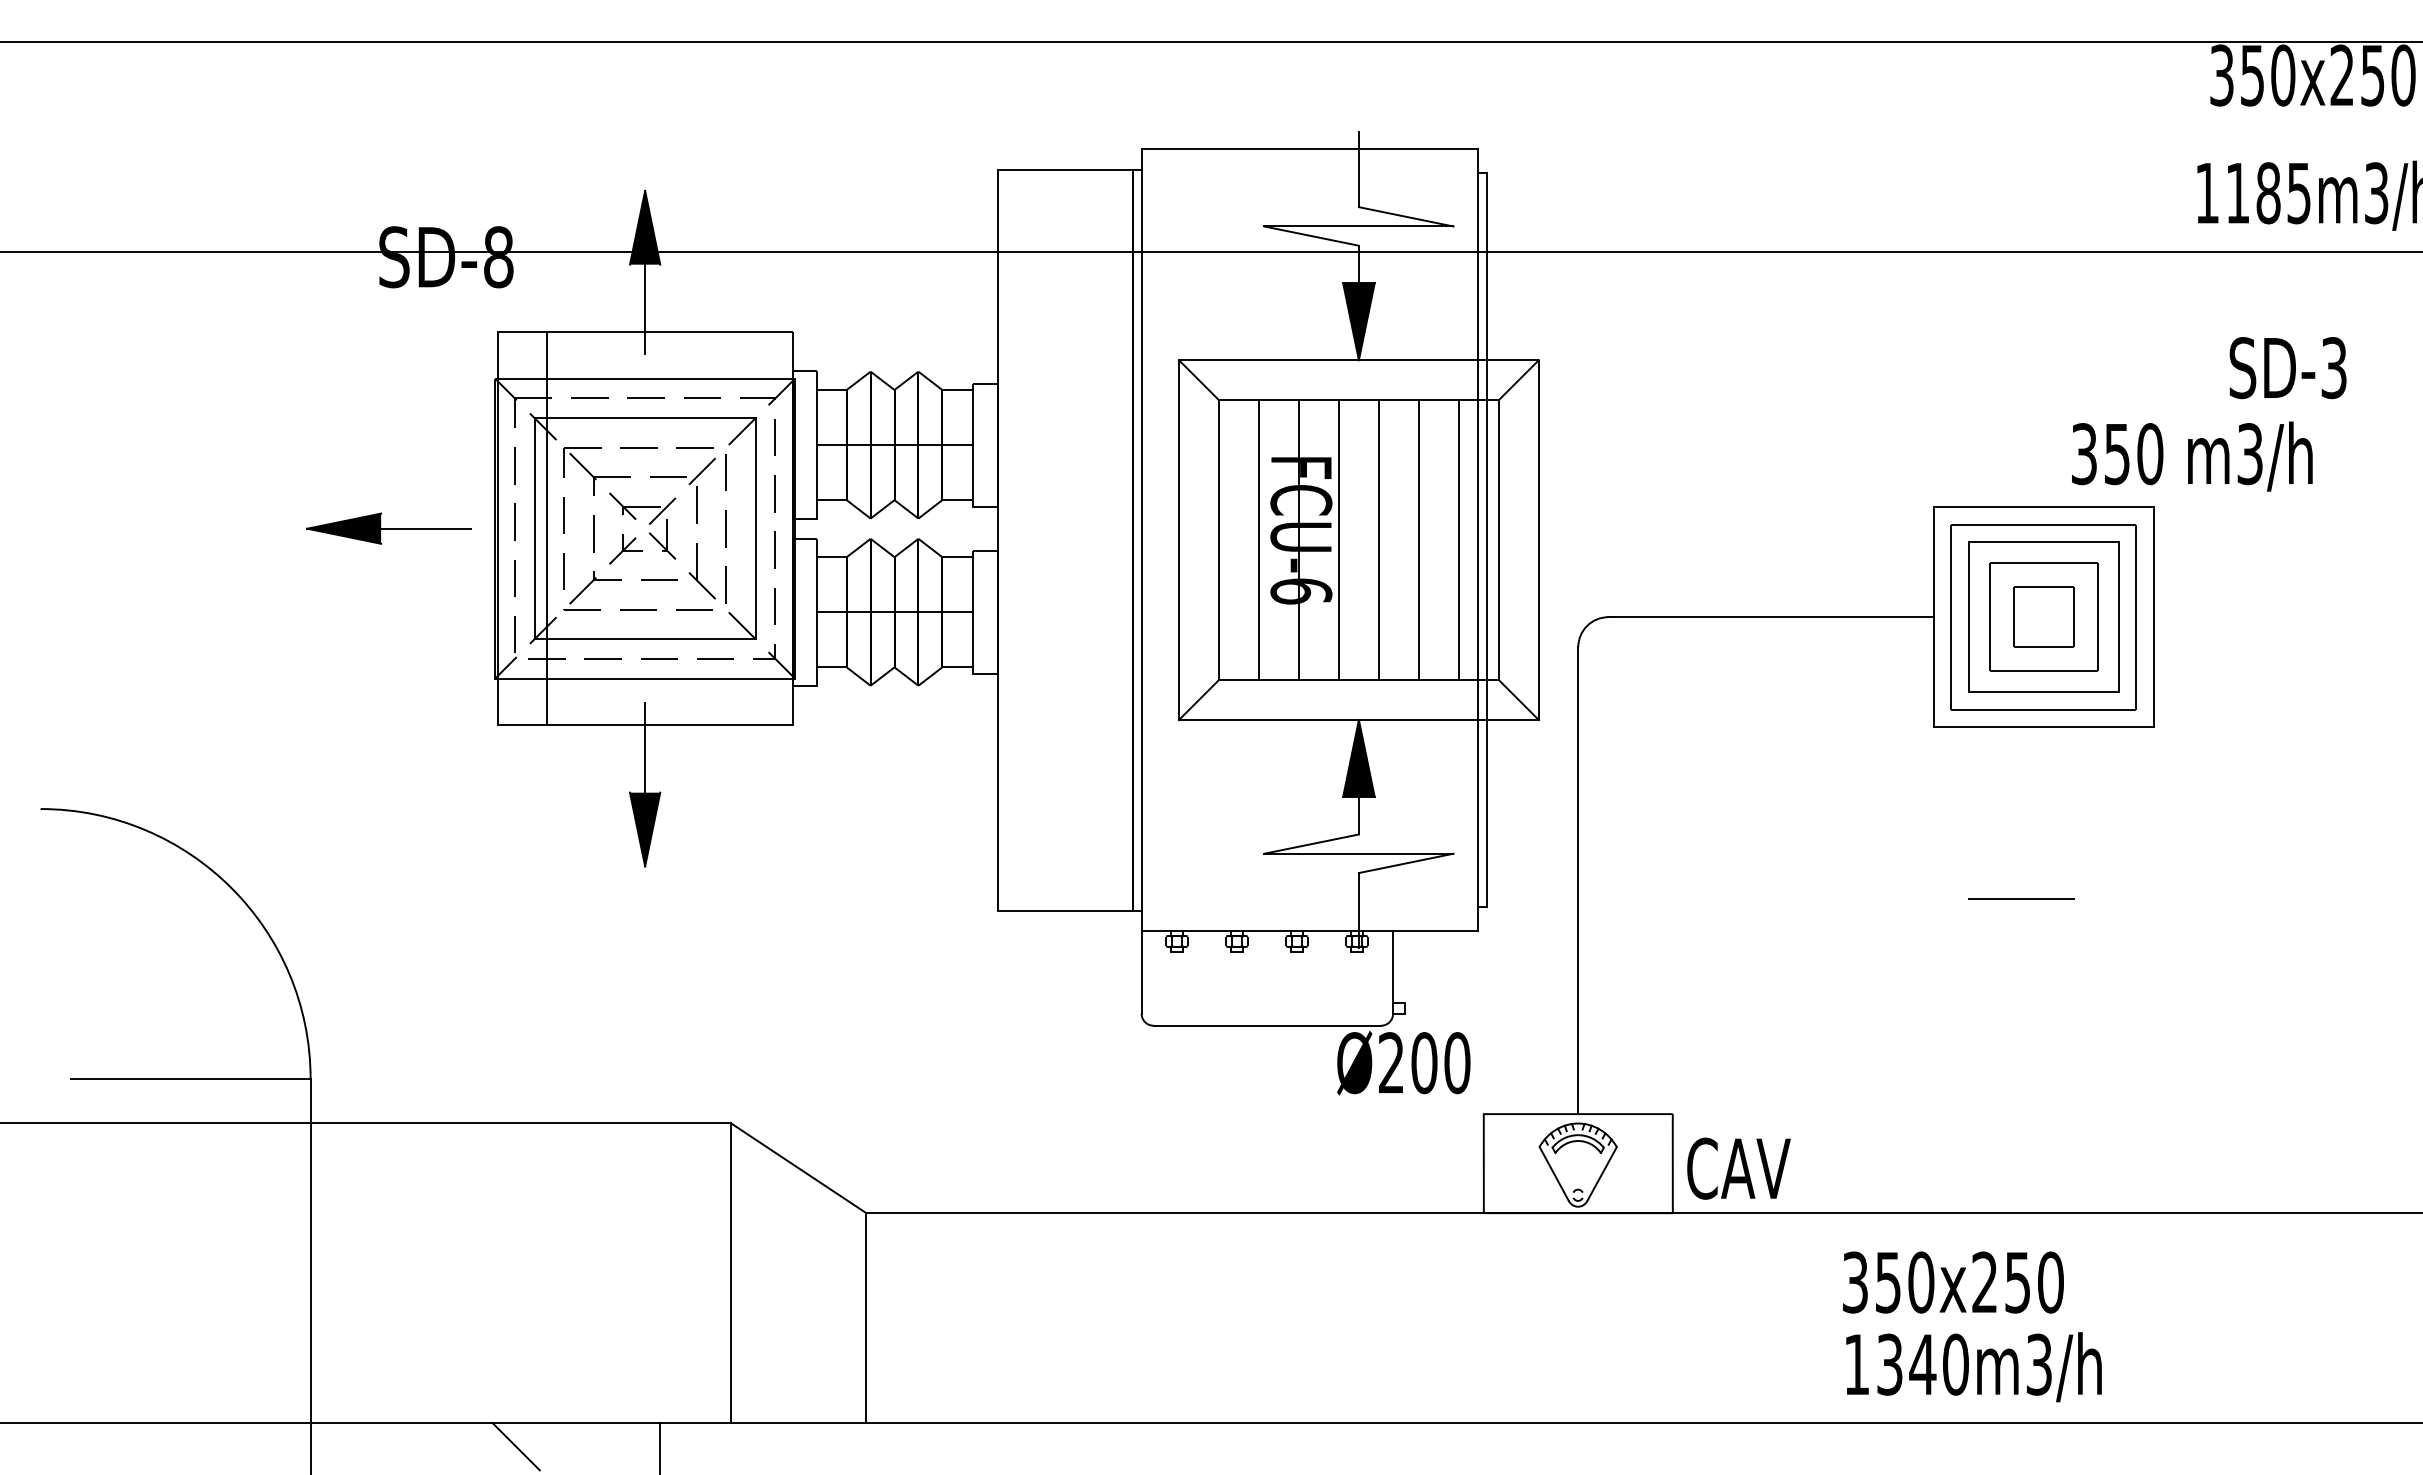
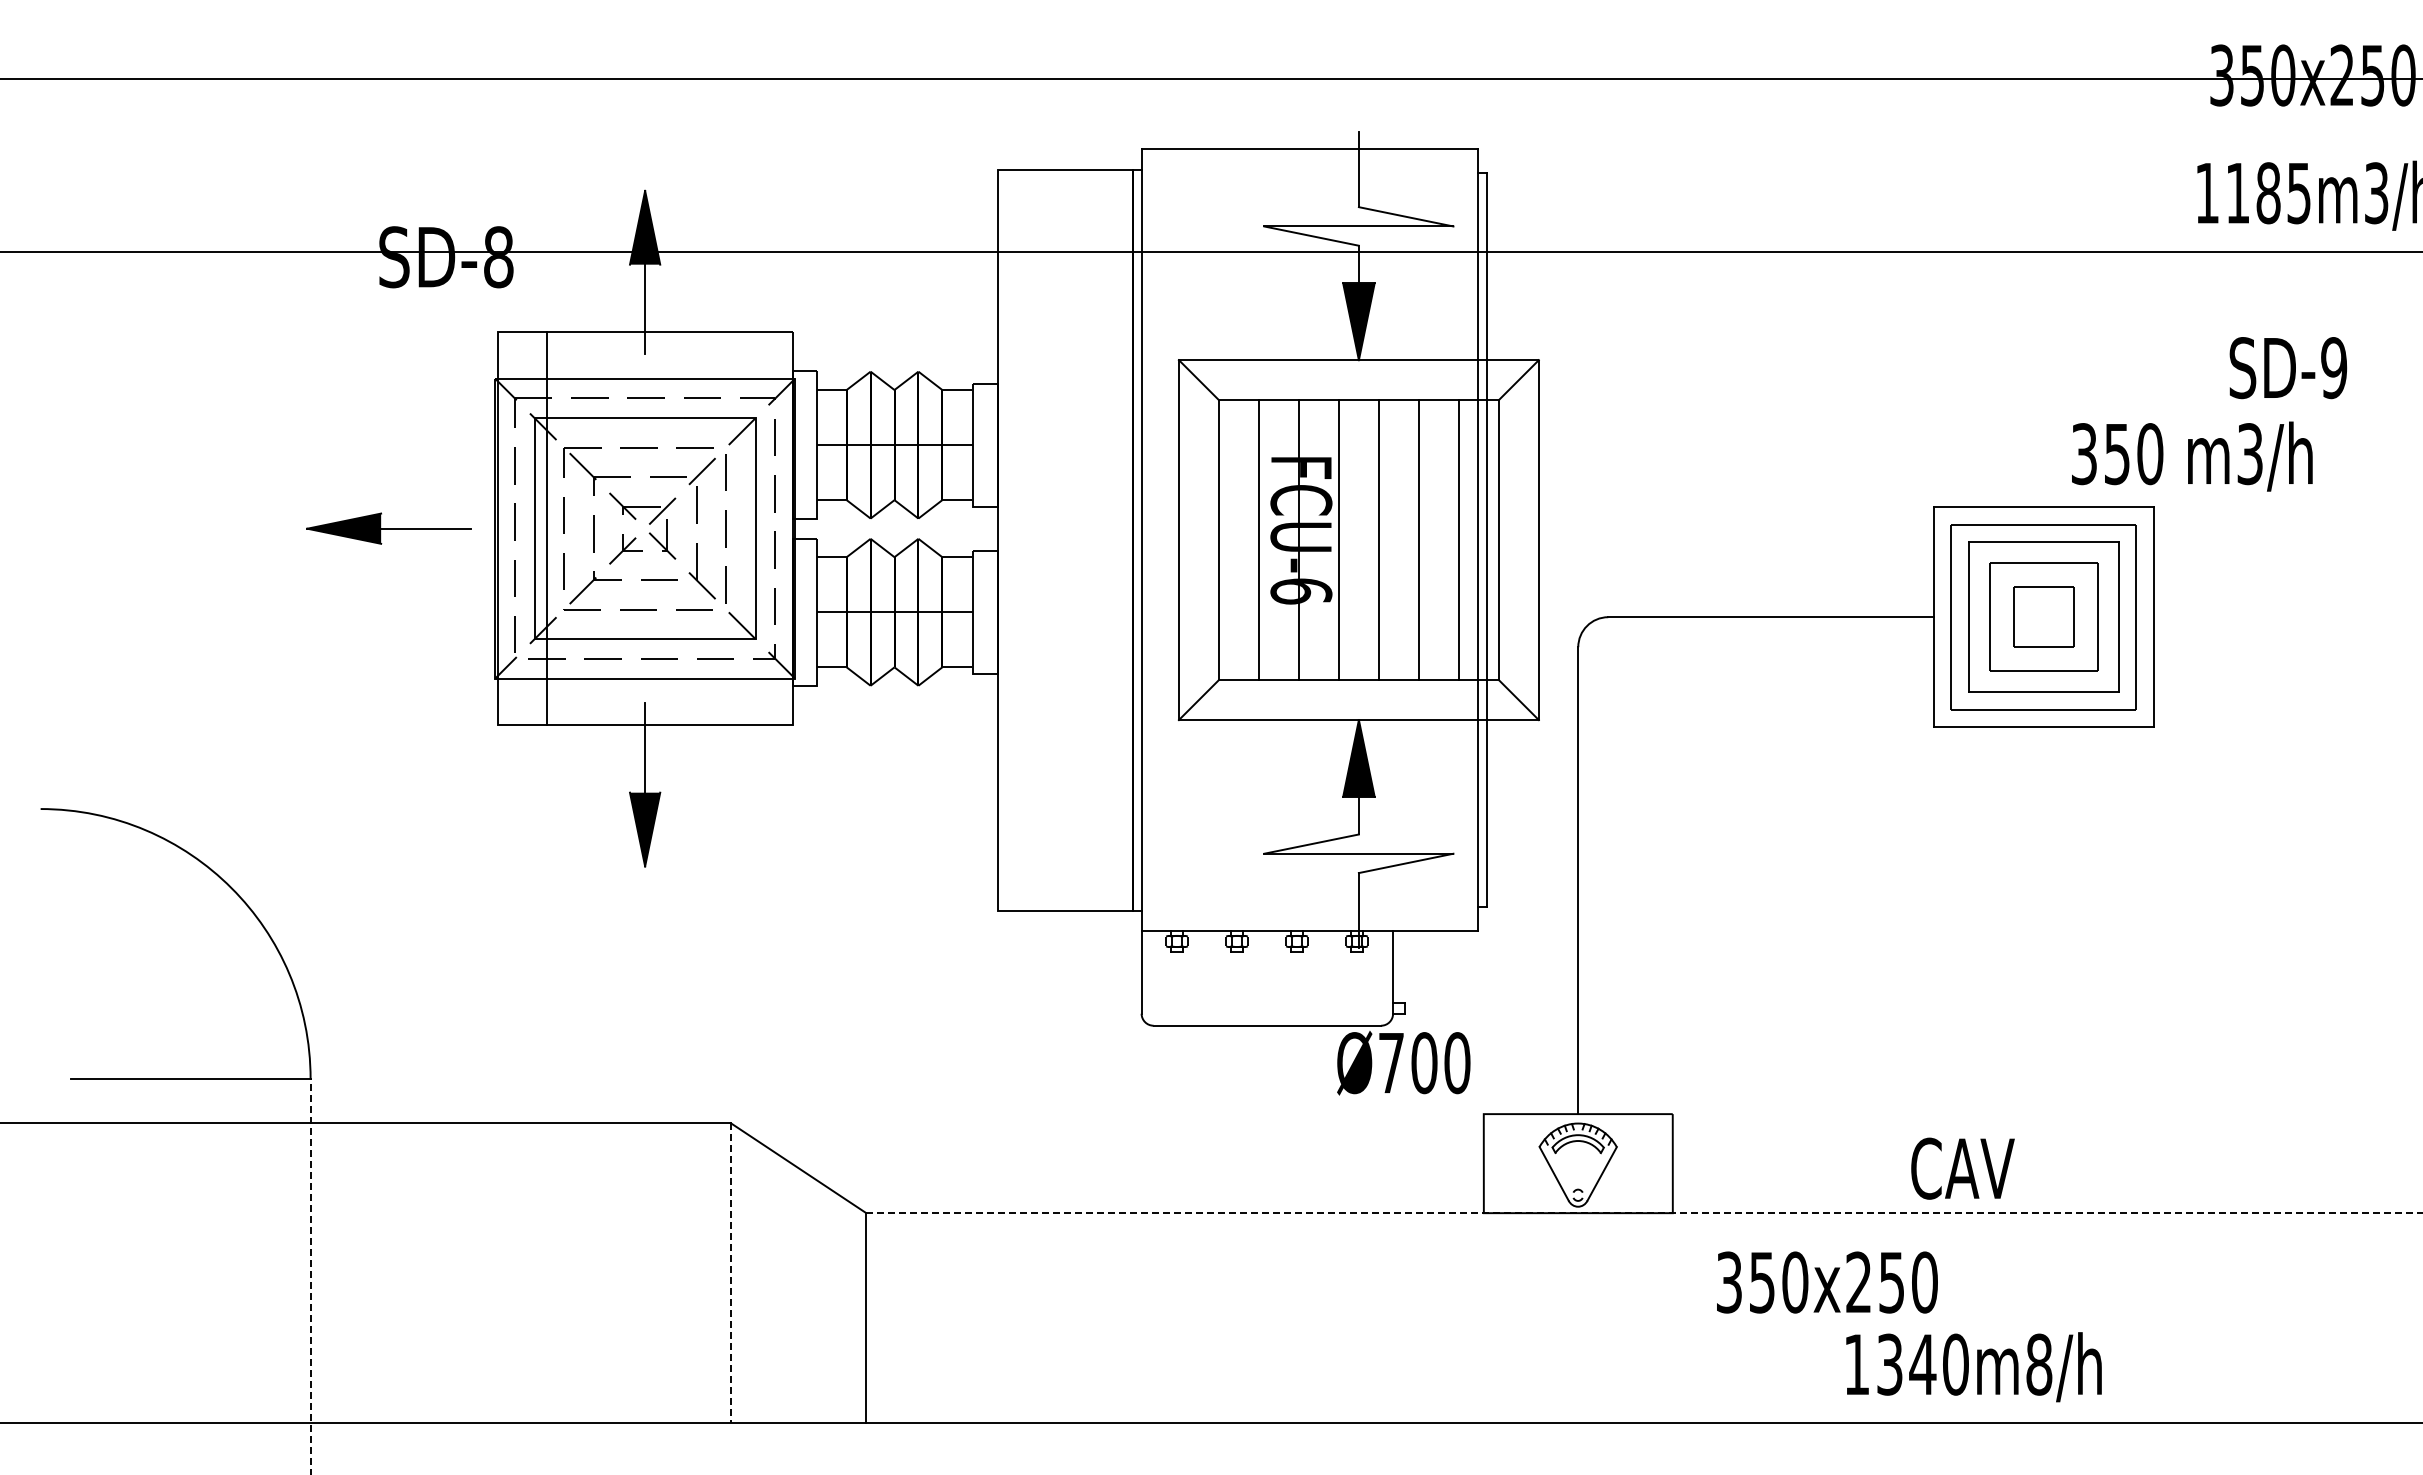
line at (1210, 41) position: (1210, 41) -> (1210, 78)
text at (2334, 367): SD-3 -> SD-9
line at (2020, 899): present -> none
text at (1391, 1062): Ø200 -> Ø700
text at (1738, 1168) position: (1738, 1168) -> (1962, 1168)
line at (1644, 1213): solid -> dashed
line at (730, 1273): solid -> dashed
line at (310, 1276): solid -> dashed
text at (1953, 1282) position: (1953, 1282) -> (1827, 1282)
text at (2039, 1364): 1340m3/h -> 1340m8/h
line at (515, 1446): present -> none
line at (659, 1447): present -> none
